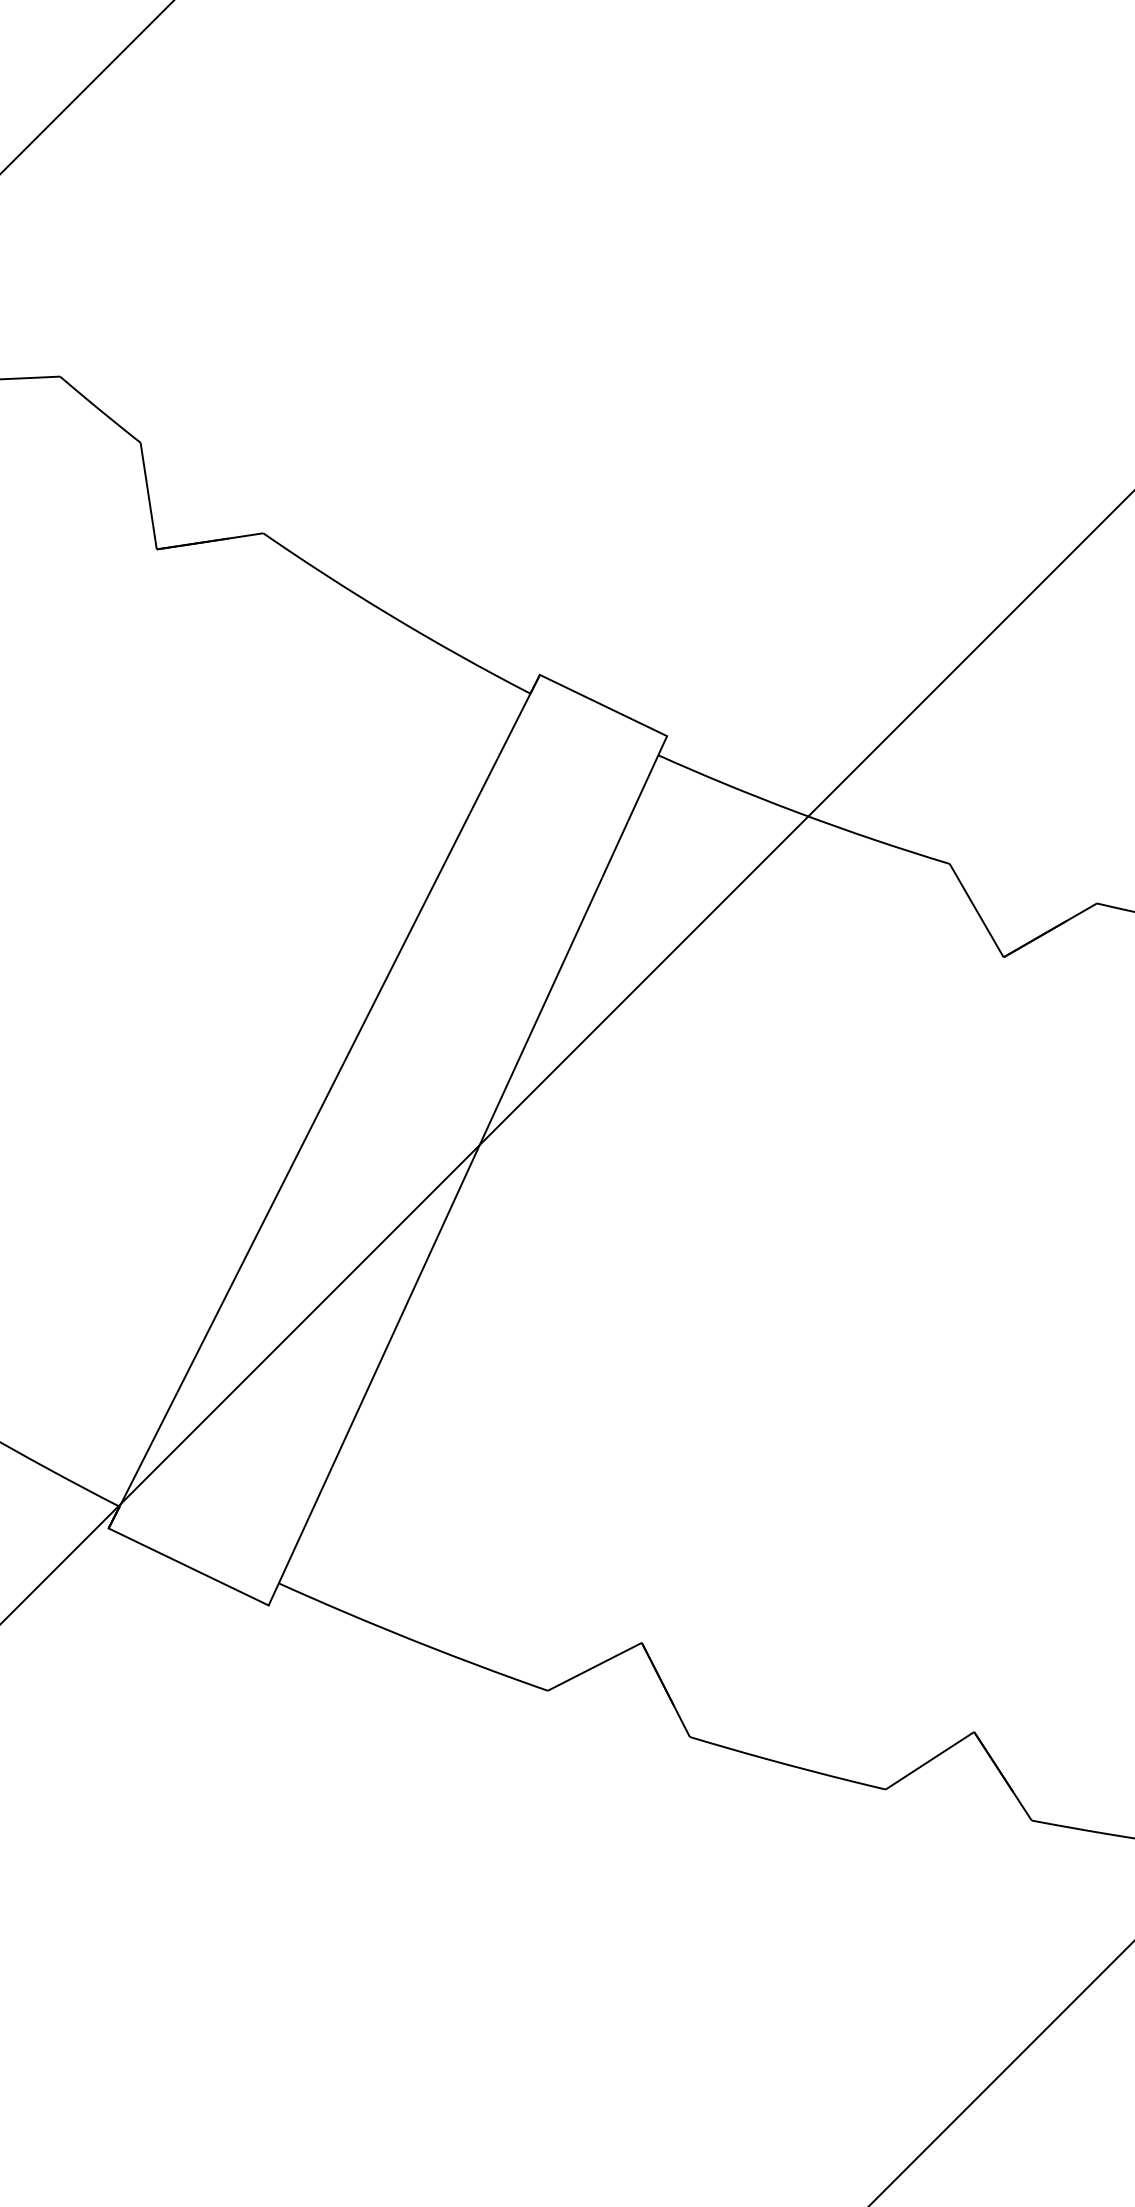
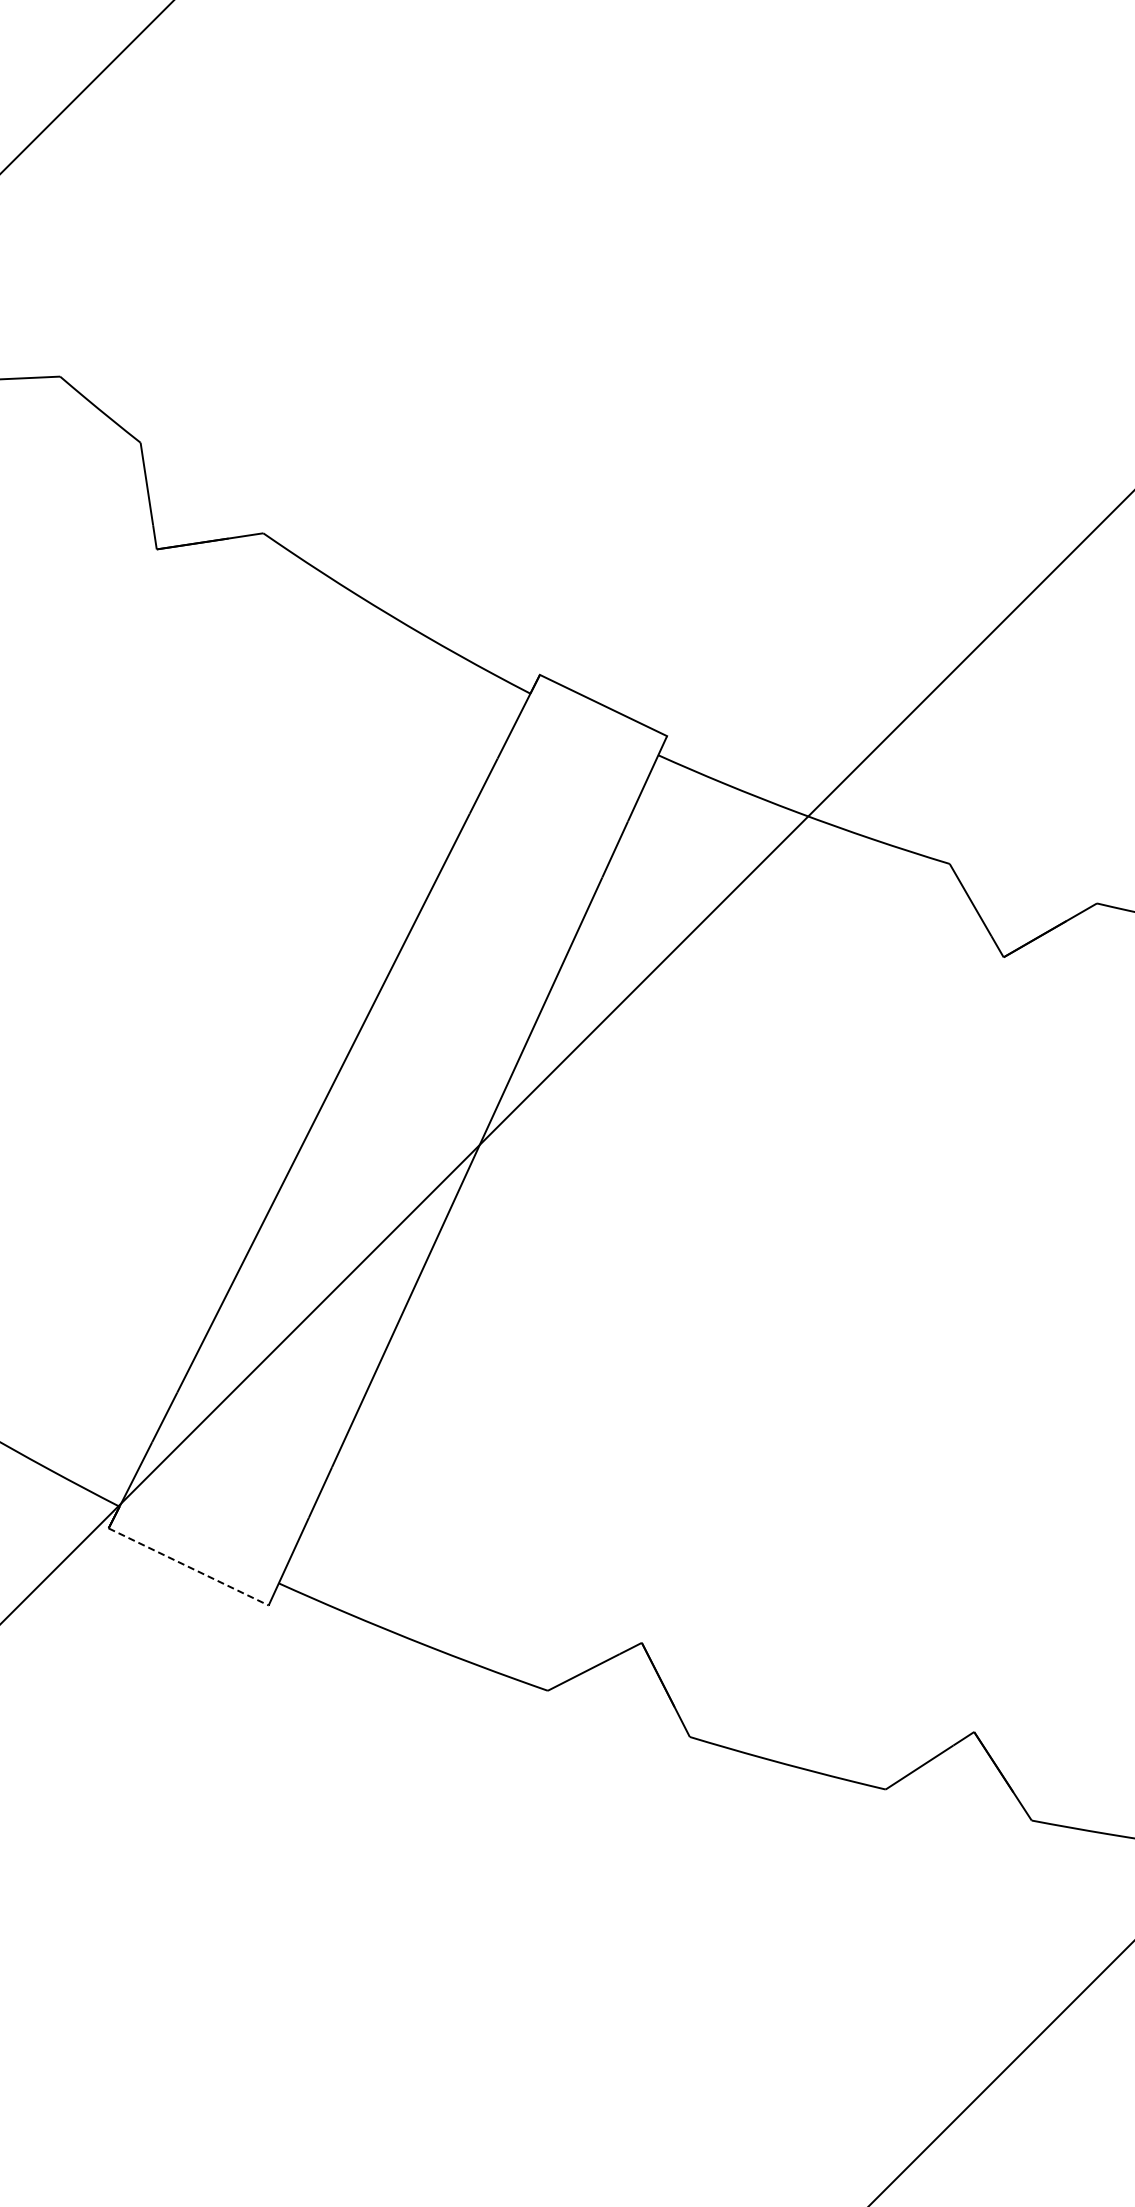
line at (188, 1566): solid -> dashed
